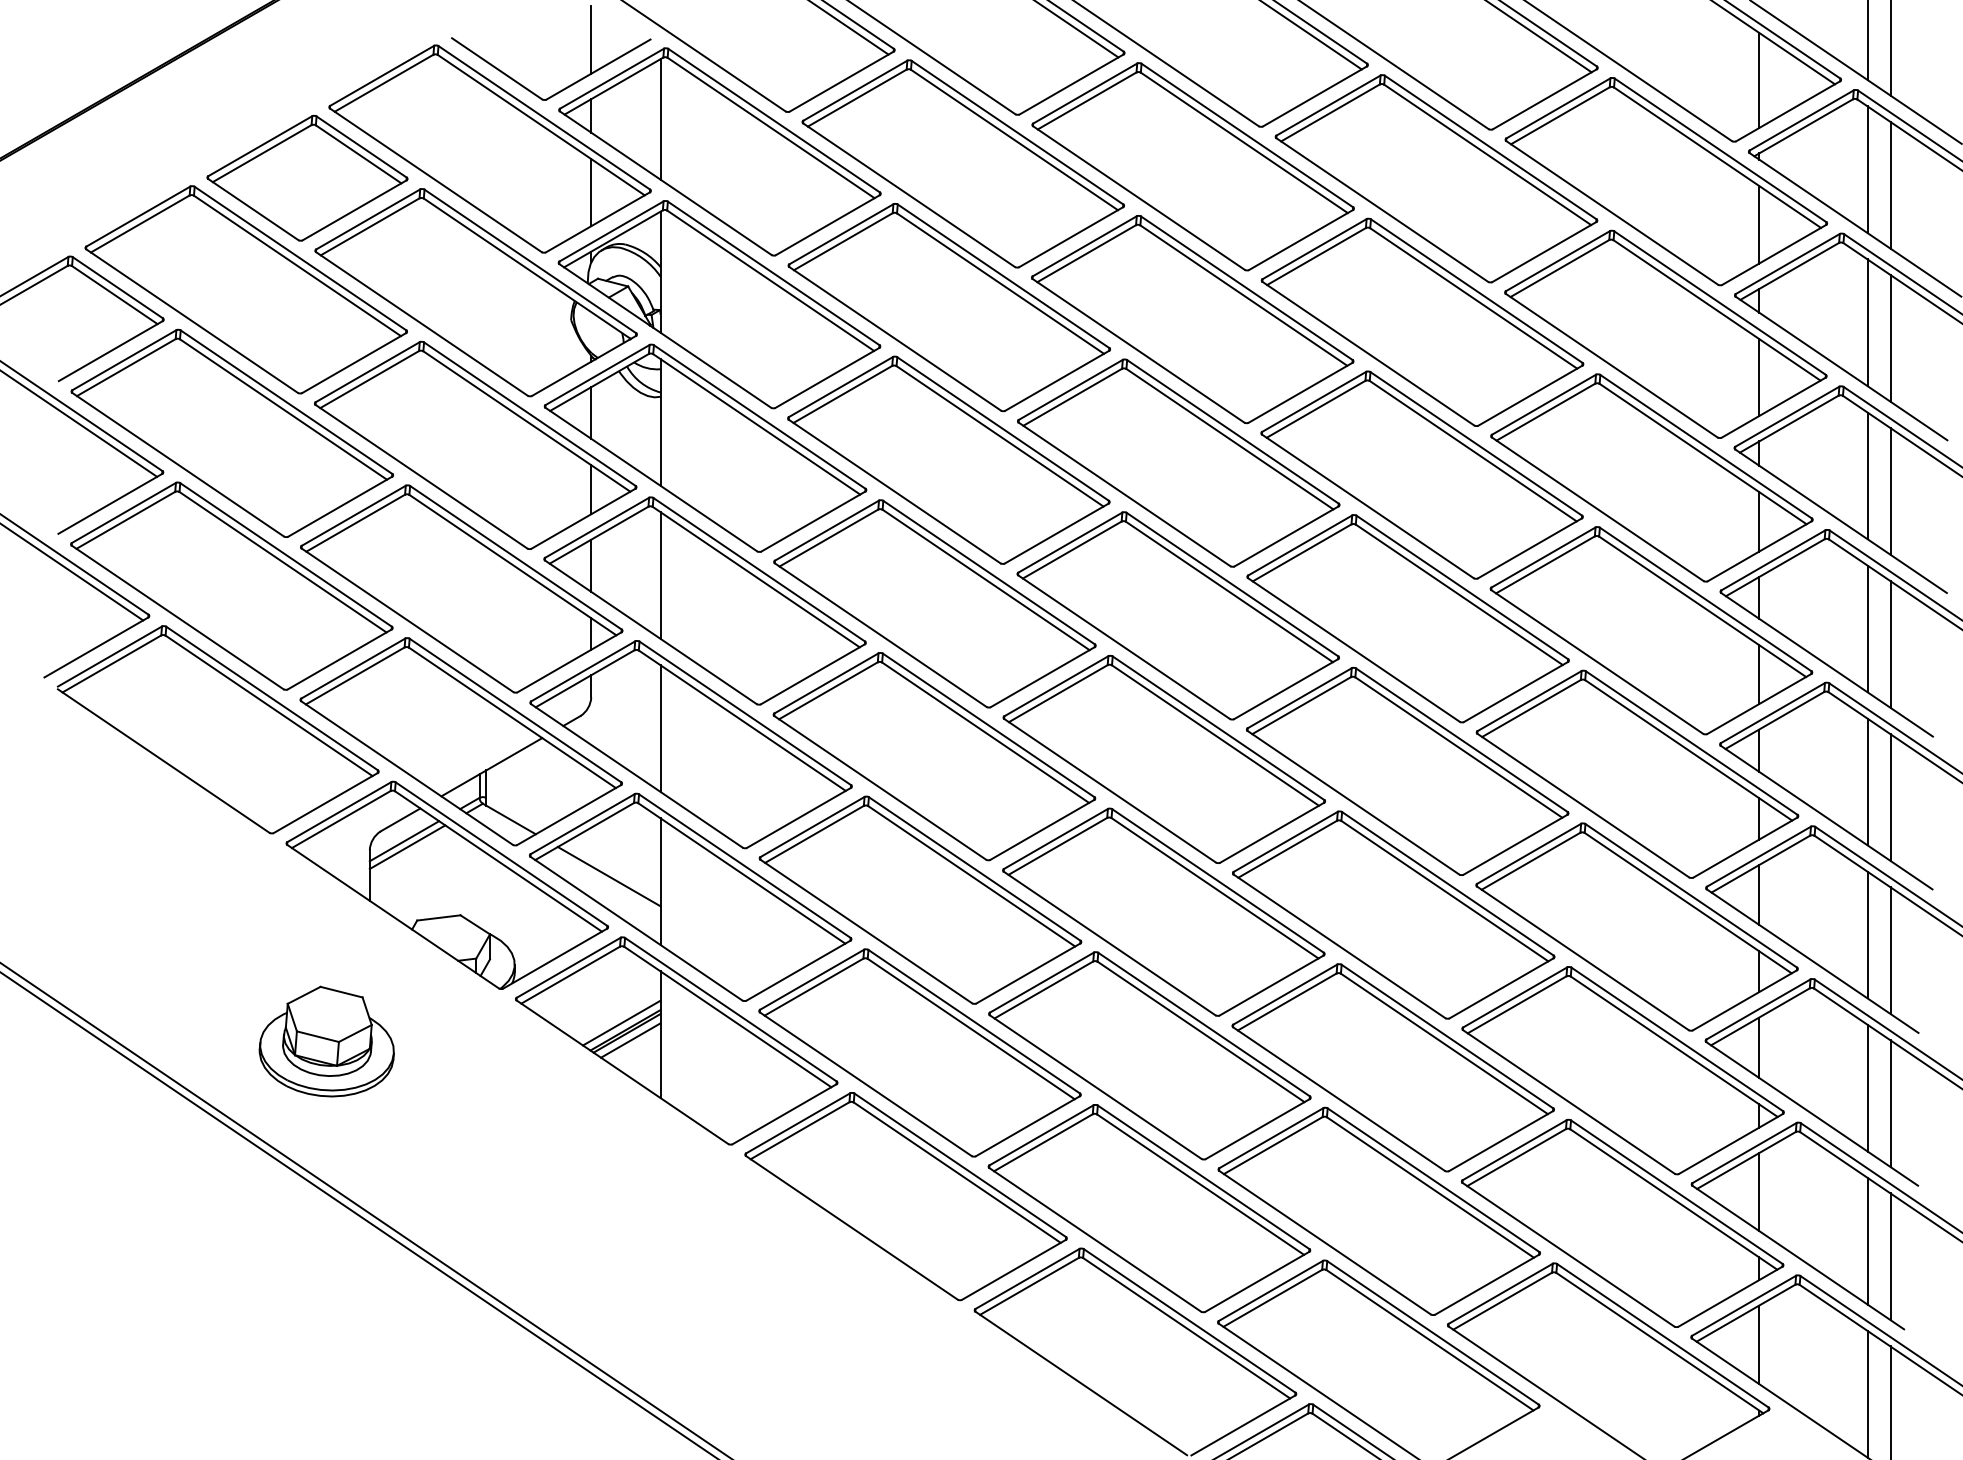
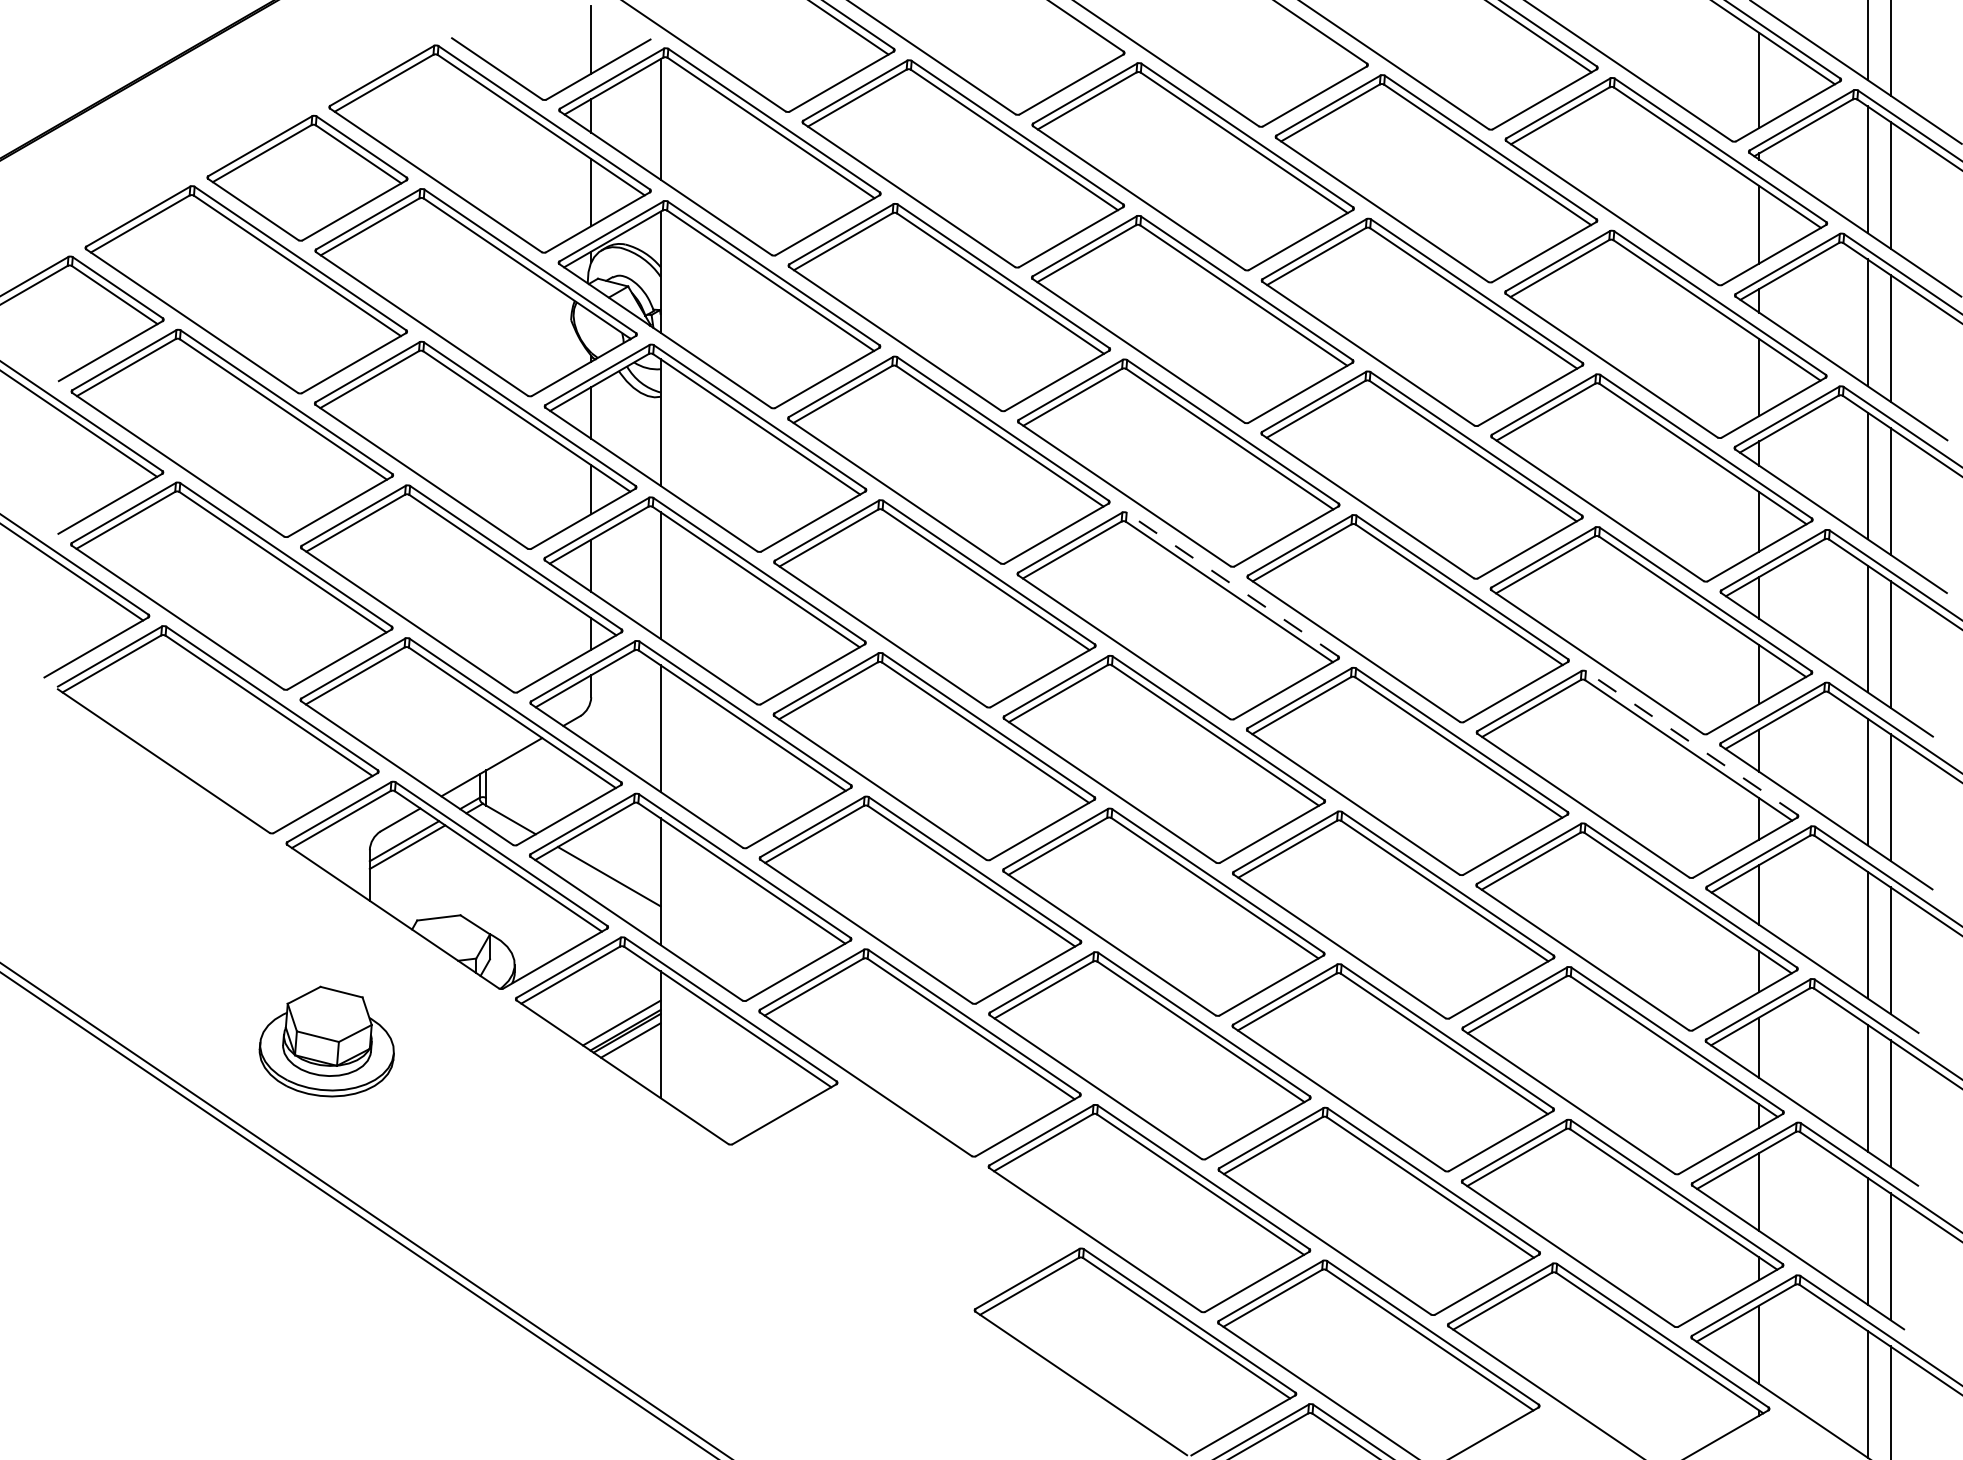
line at (1077, 29): present -> none
line at (1311, 35): present -> none
line at (1232, 584): solid -> dashed
line at (1691, 743): solid -> dashed
part at (905, 1196): present -> none
